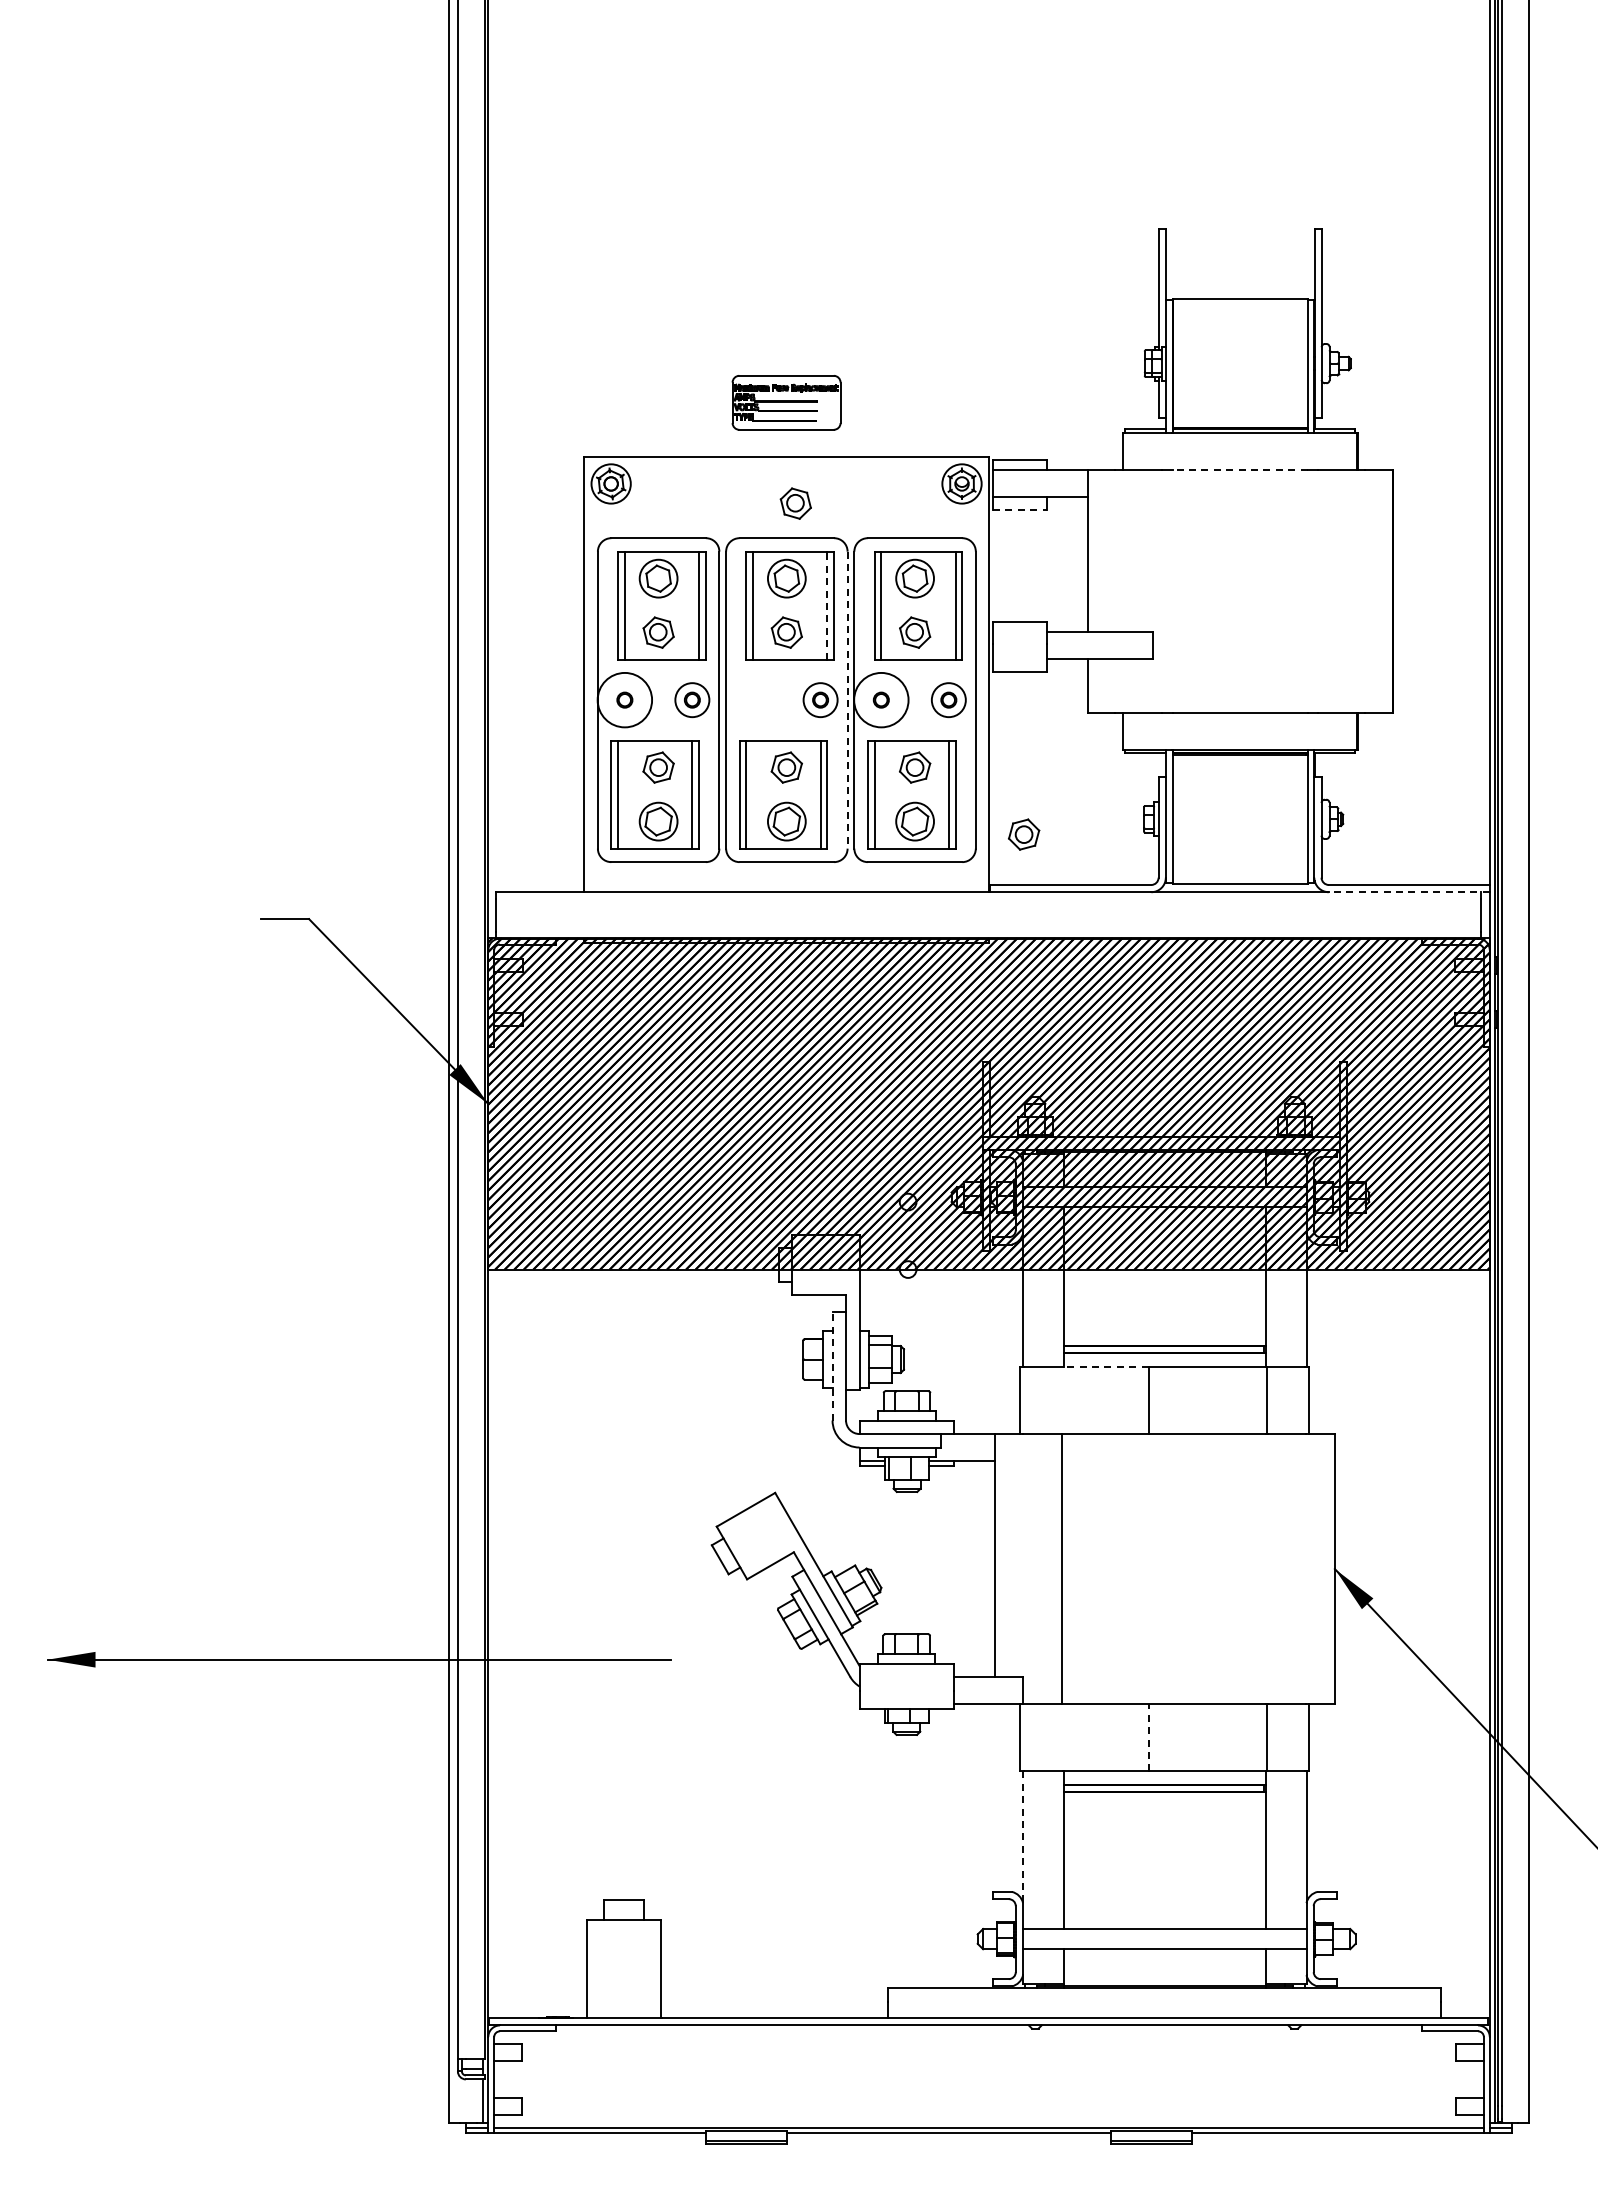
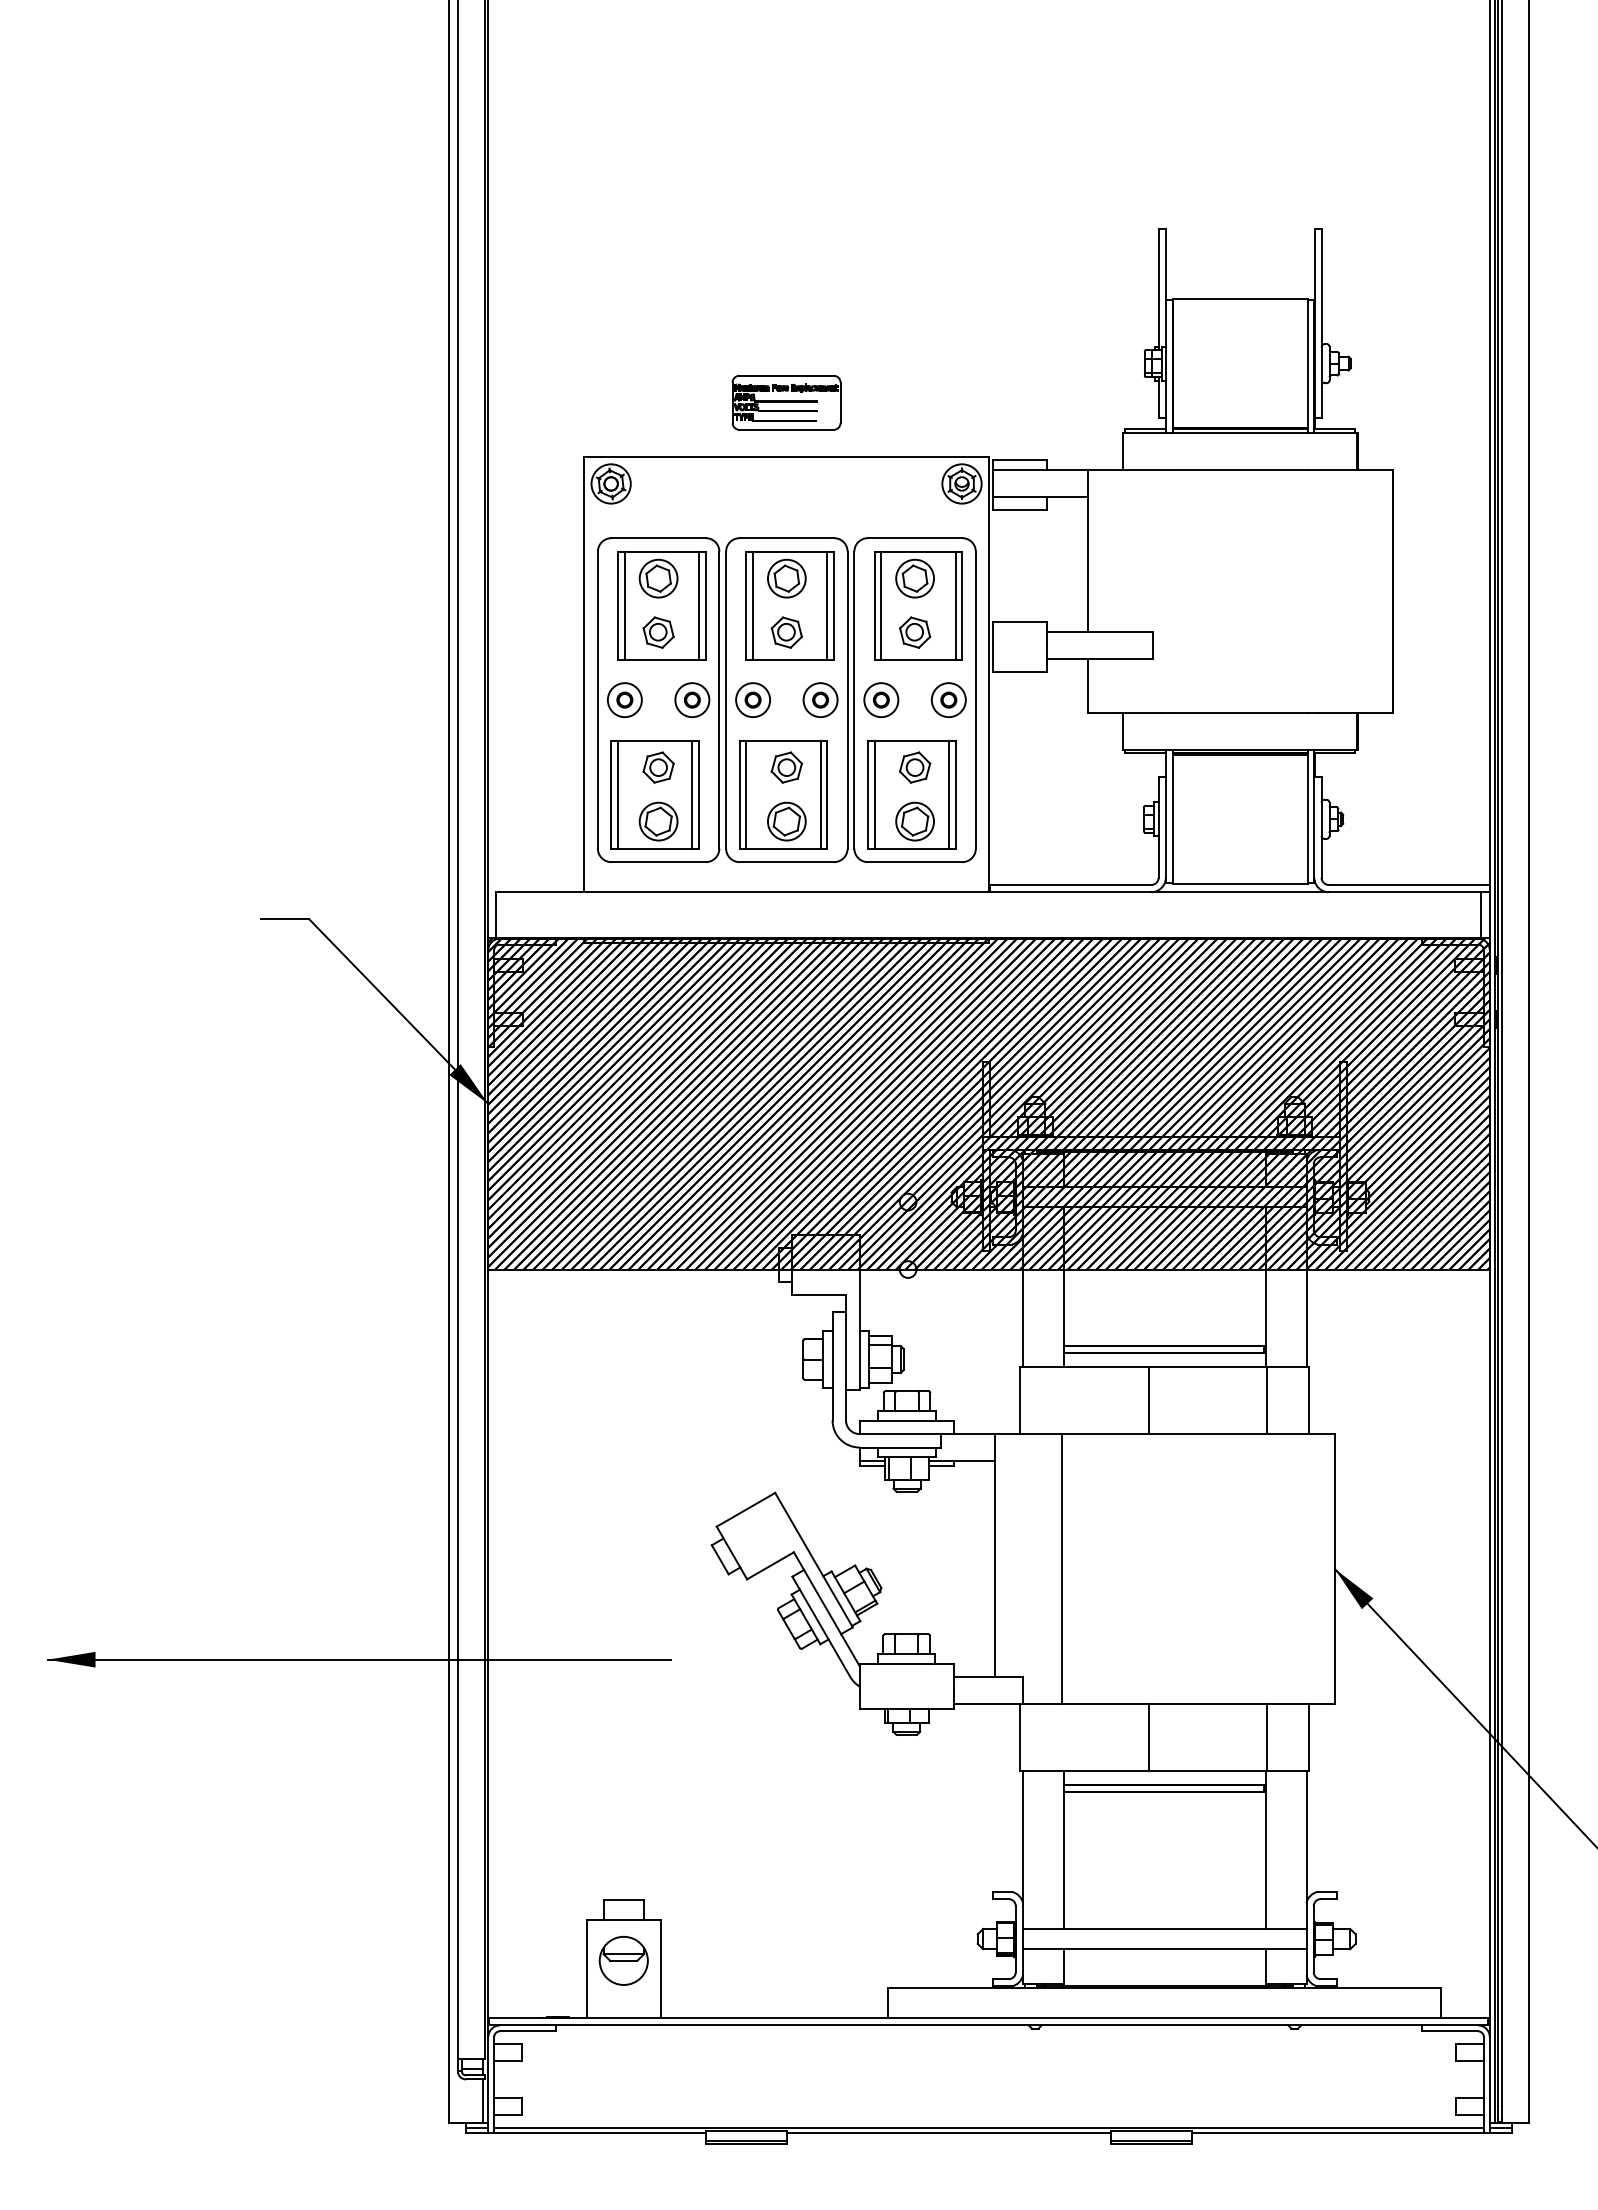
line at (1239, 470): dashed -> solid
part at (795, 503): present -> none
line at (1020, 509): dashed -> solid
line at (827, 605): dashed -> solid
circle at (624, 699) diameter: 54 px -> 34 px
part at (752, 699): none -> present
circle at (881, 699) diameter: 54 px -> 34 px
line at (847, 700): dashed -> solid
part at (1024, 834): present -> none
line at (1408, 892): dashed -> solid
line at (832, 1365): dashed -> solid
line at (1105, 1366): dashed -> solid
line at (1148, 1737): dashed -> solid
line at (1023, 1837): dashed -> solid
part at (623, 1960): none -> present
